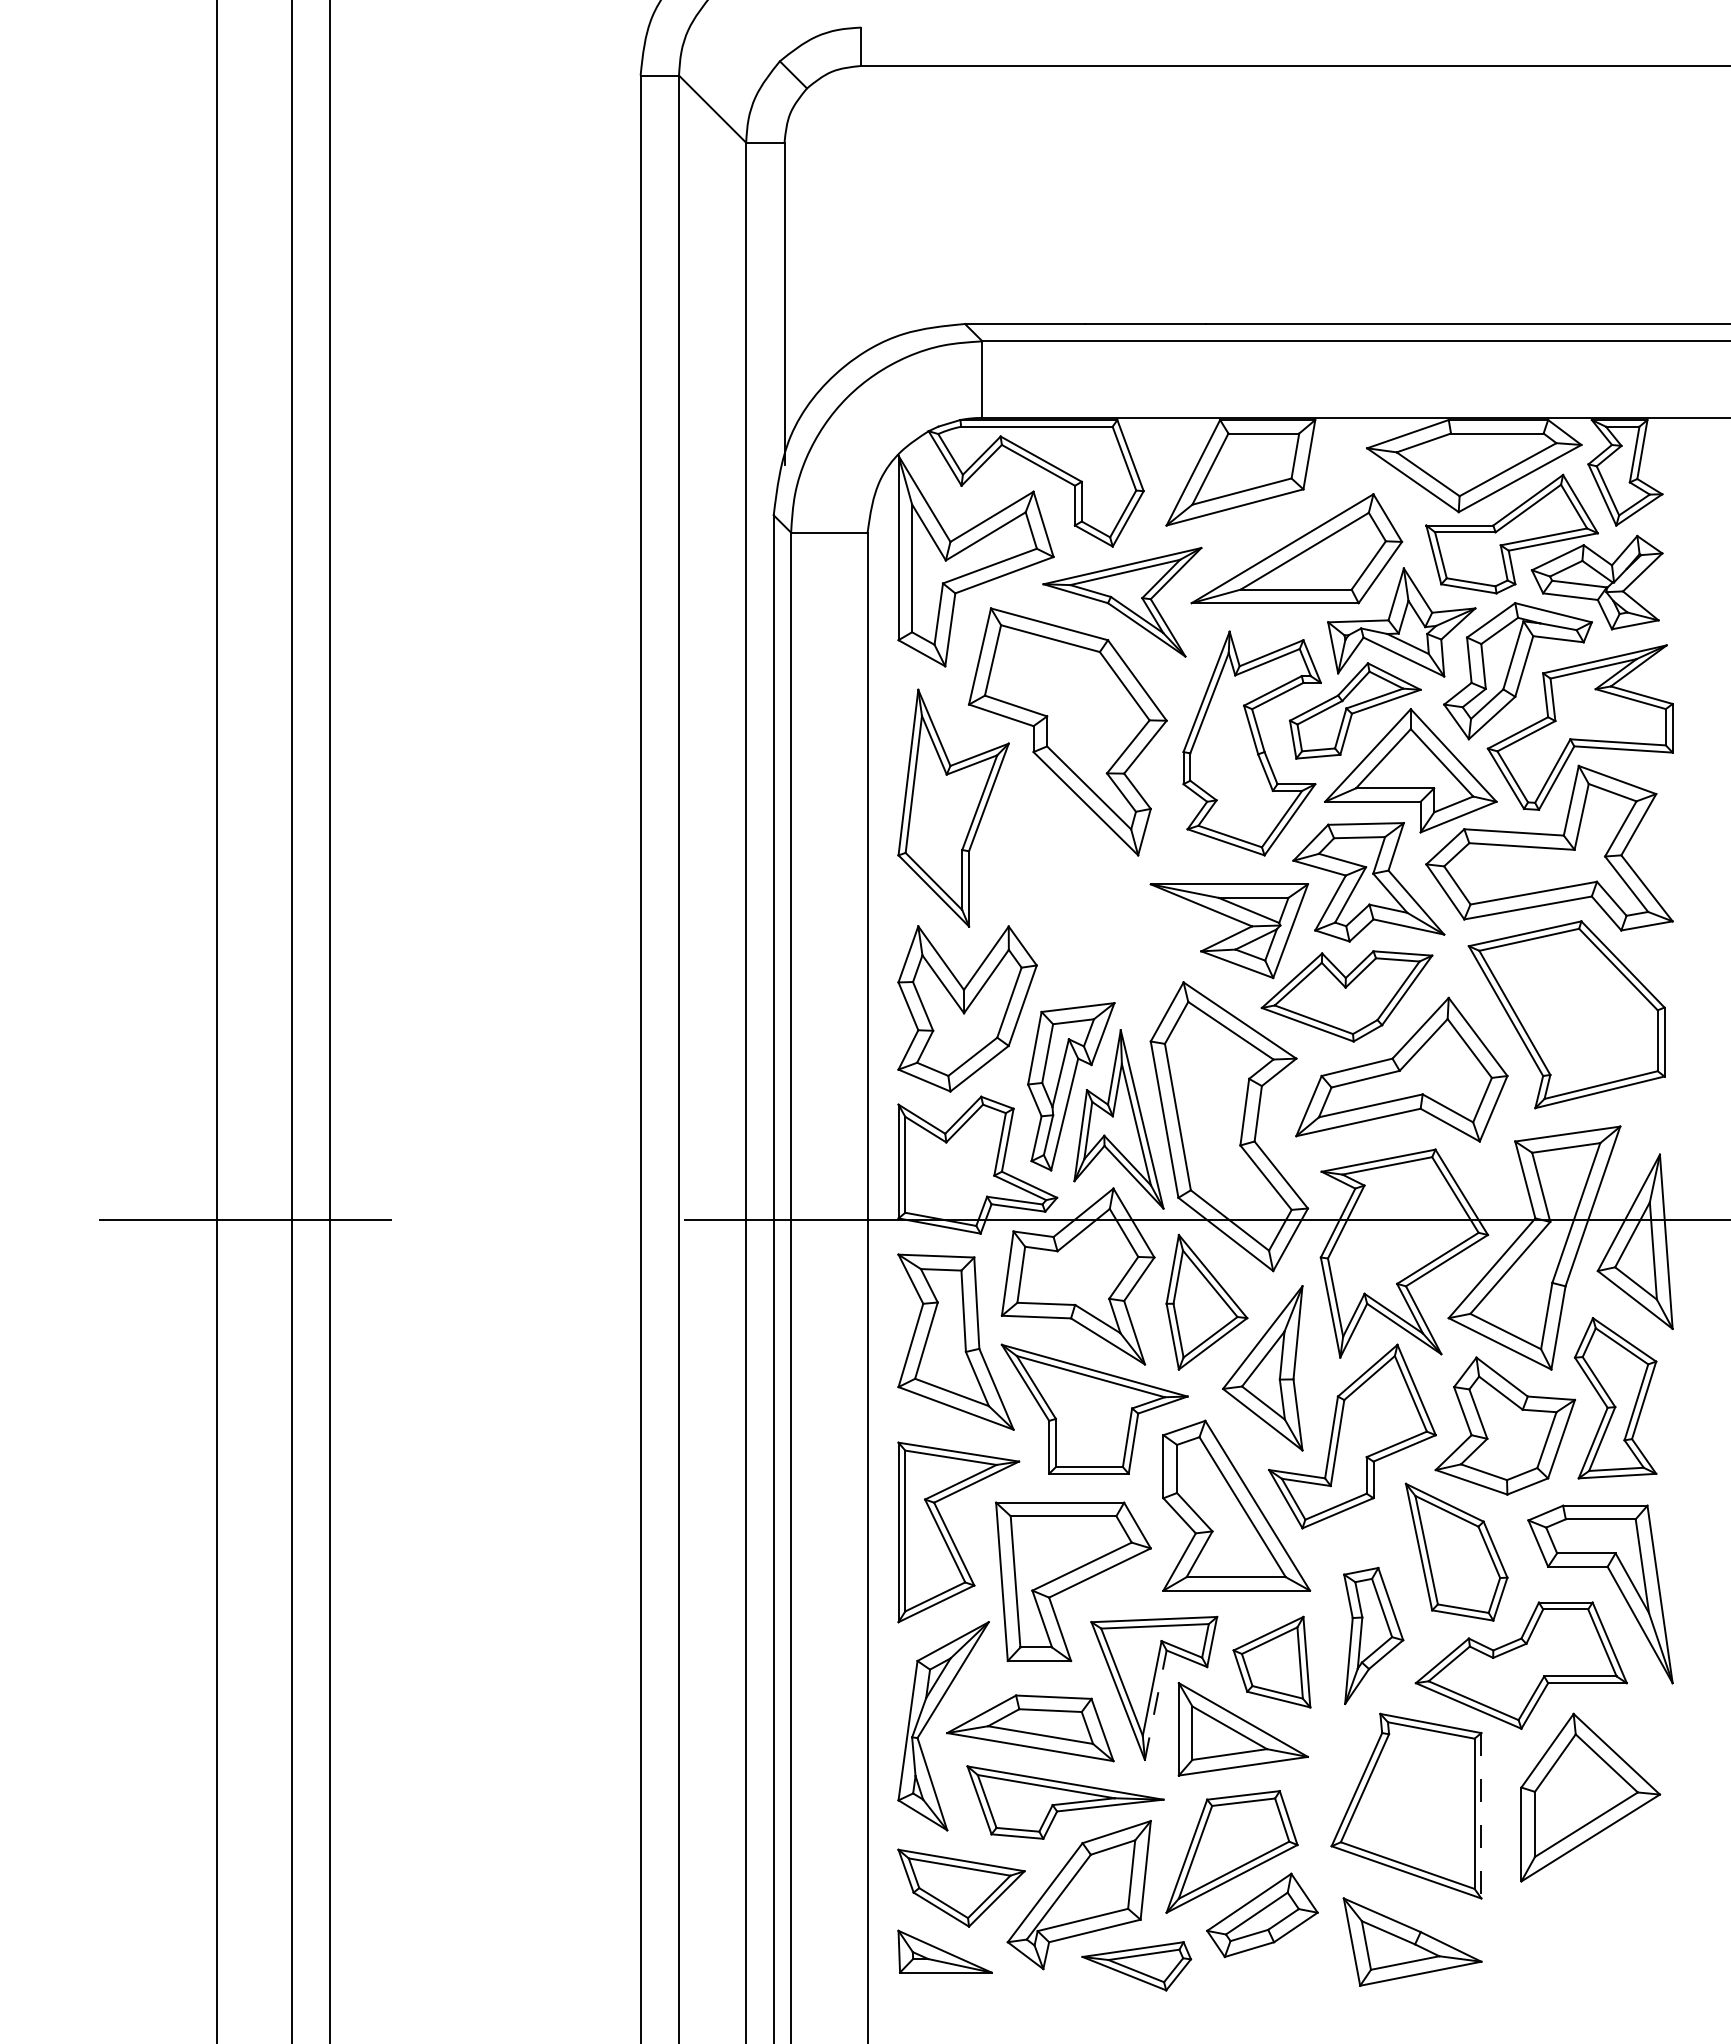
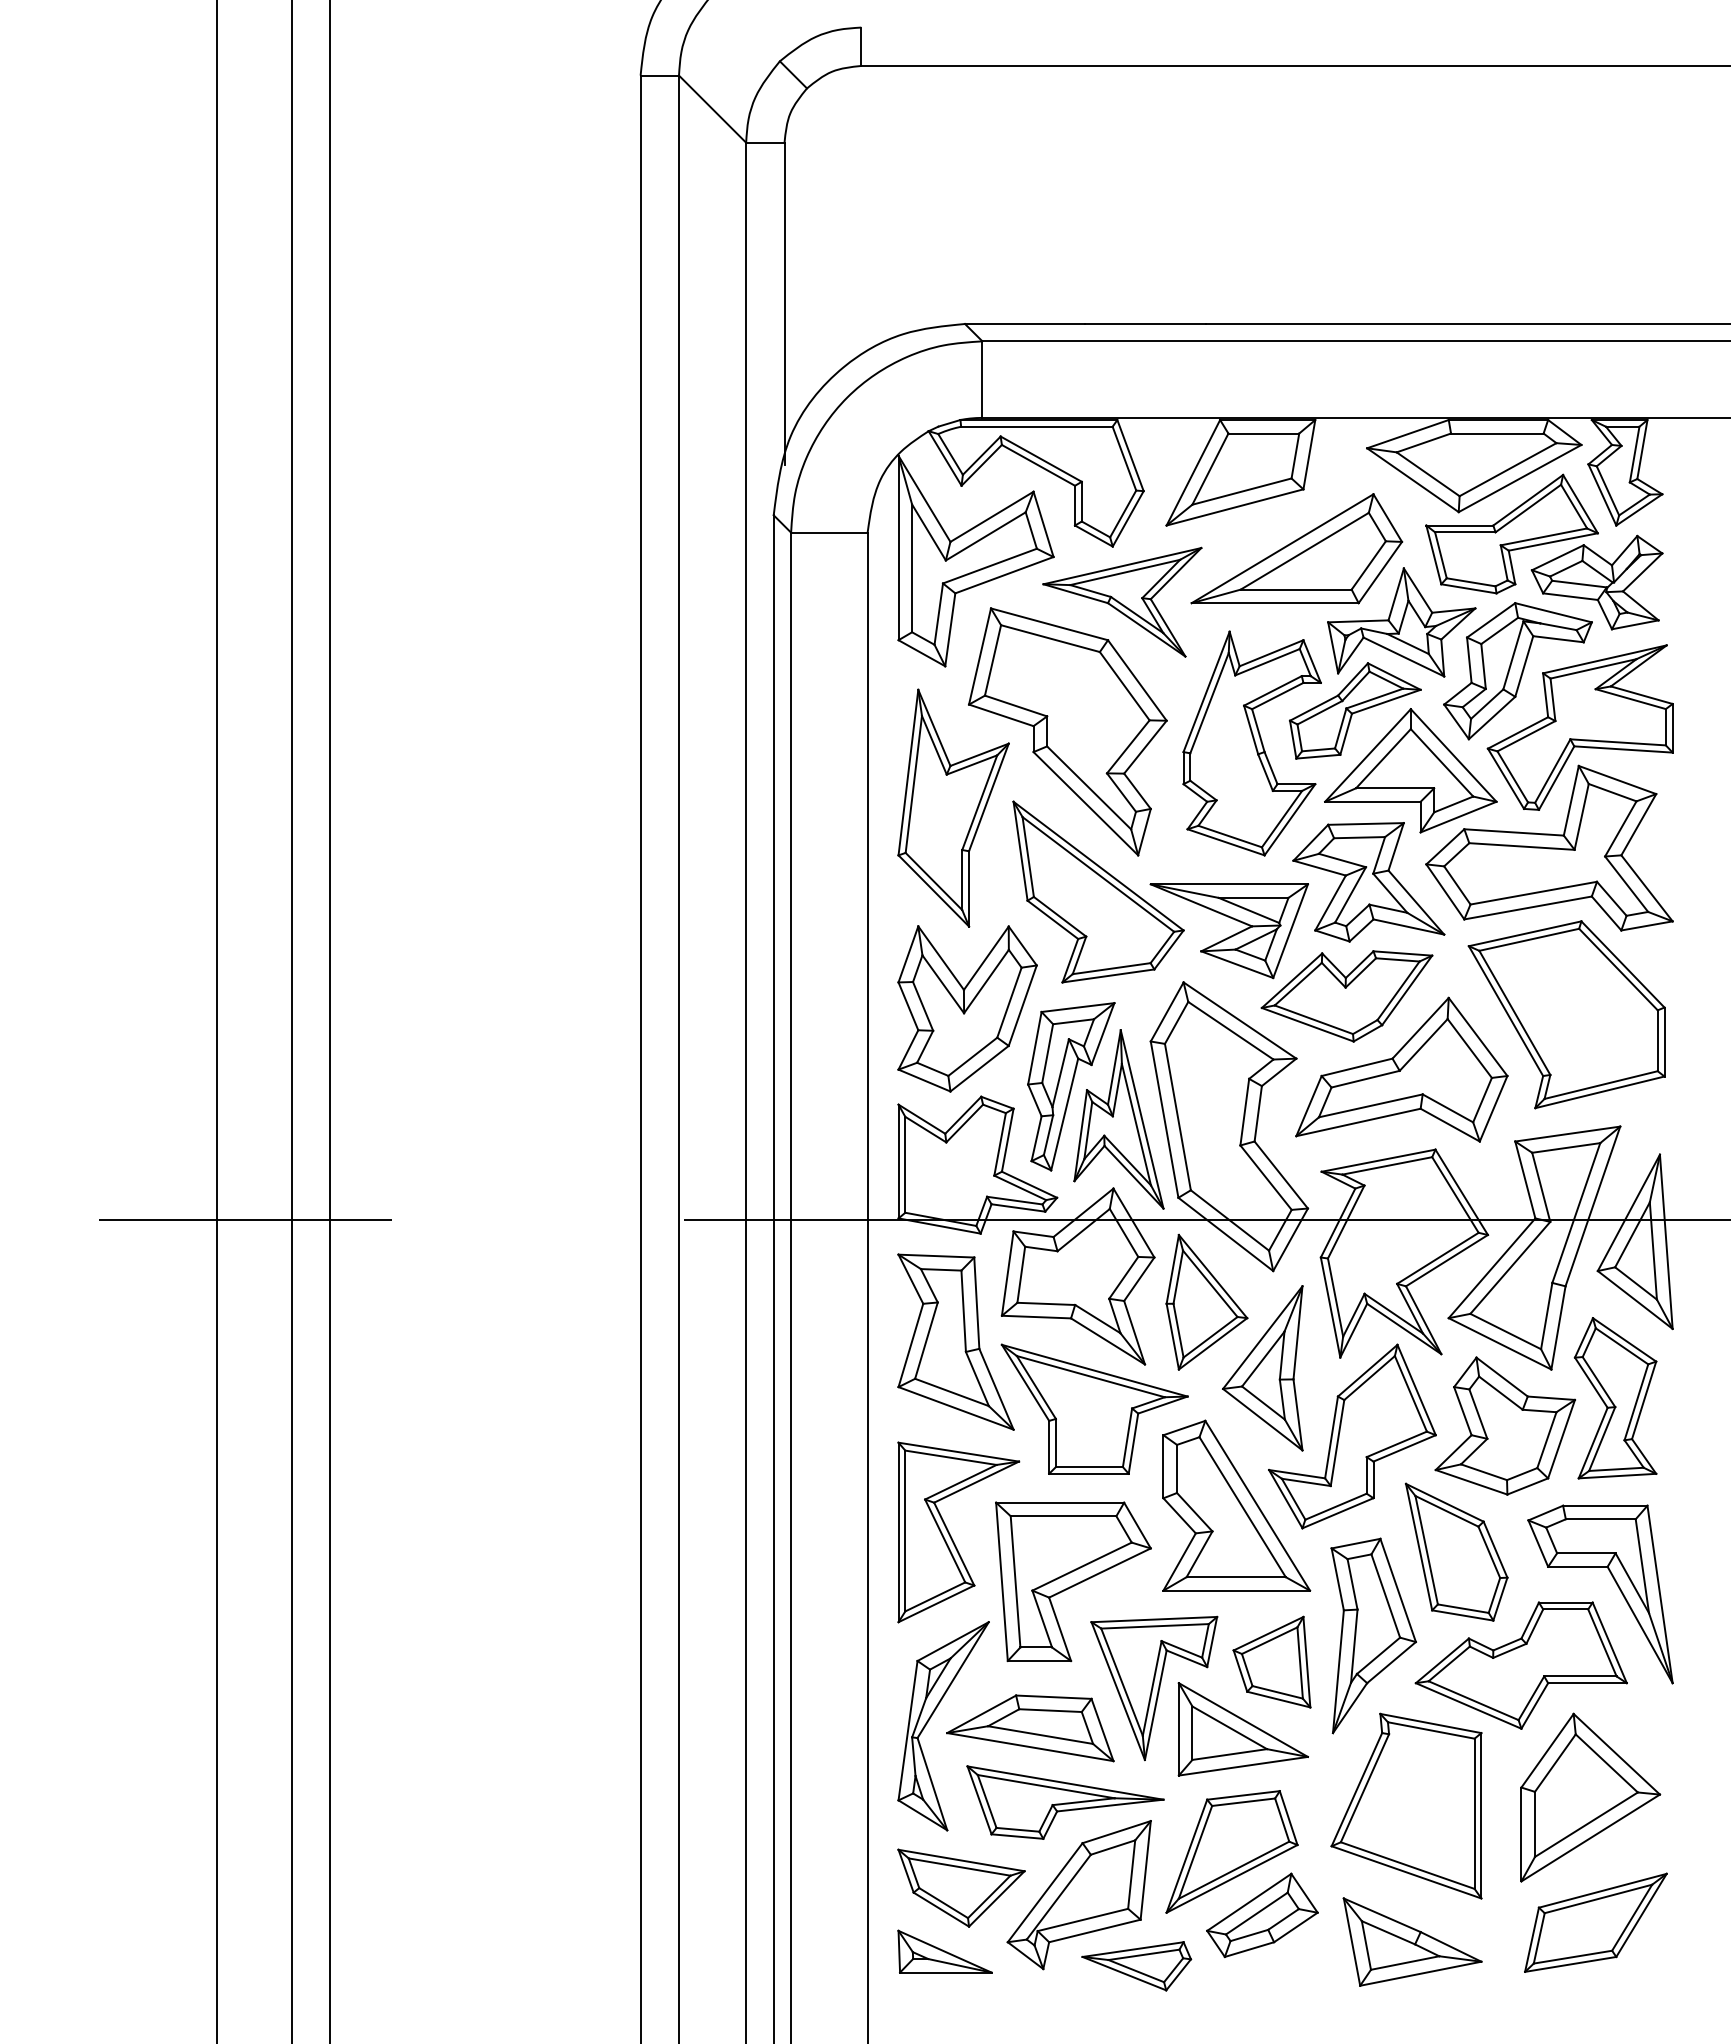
part at (1098, 891): none -> present
part at (1373, 1635) size: 62x140 px -> 87x198 px
line at (1155, 1705): dashed -> solid
line at (1481, 1815): dashed -> solid
part at (1595, 1922): none -> present
